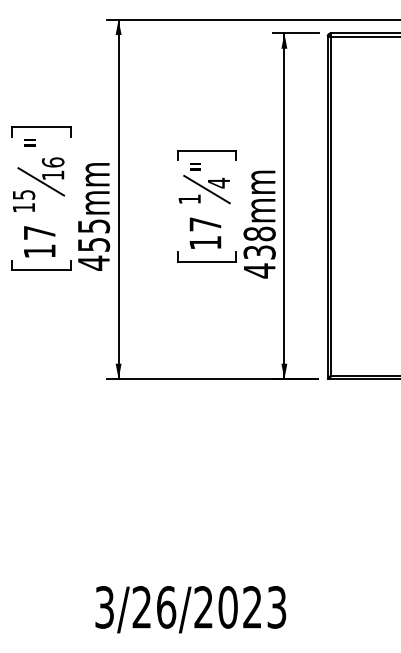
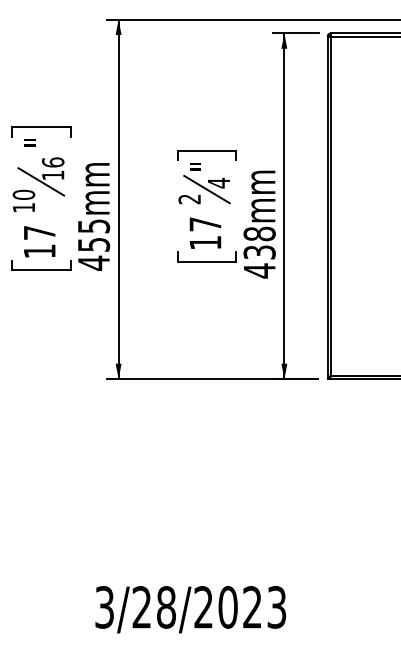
text at (23, 194): 15 -> 10
text at (189, 199): 1 -> 2
text at (166, 607): 3/26/2023 -> 3/28/2023
